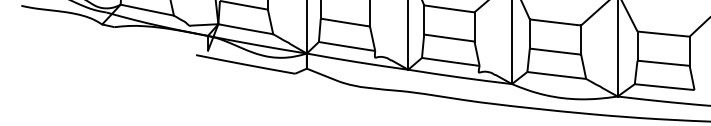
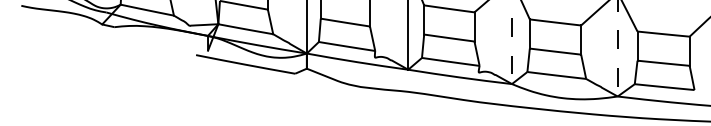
line at (511, 42): solid -> dashed
line at (617, 48): solid -> dashed
